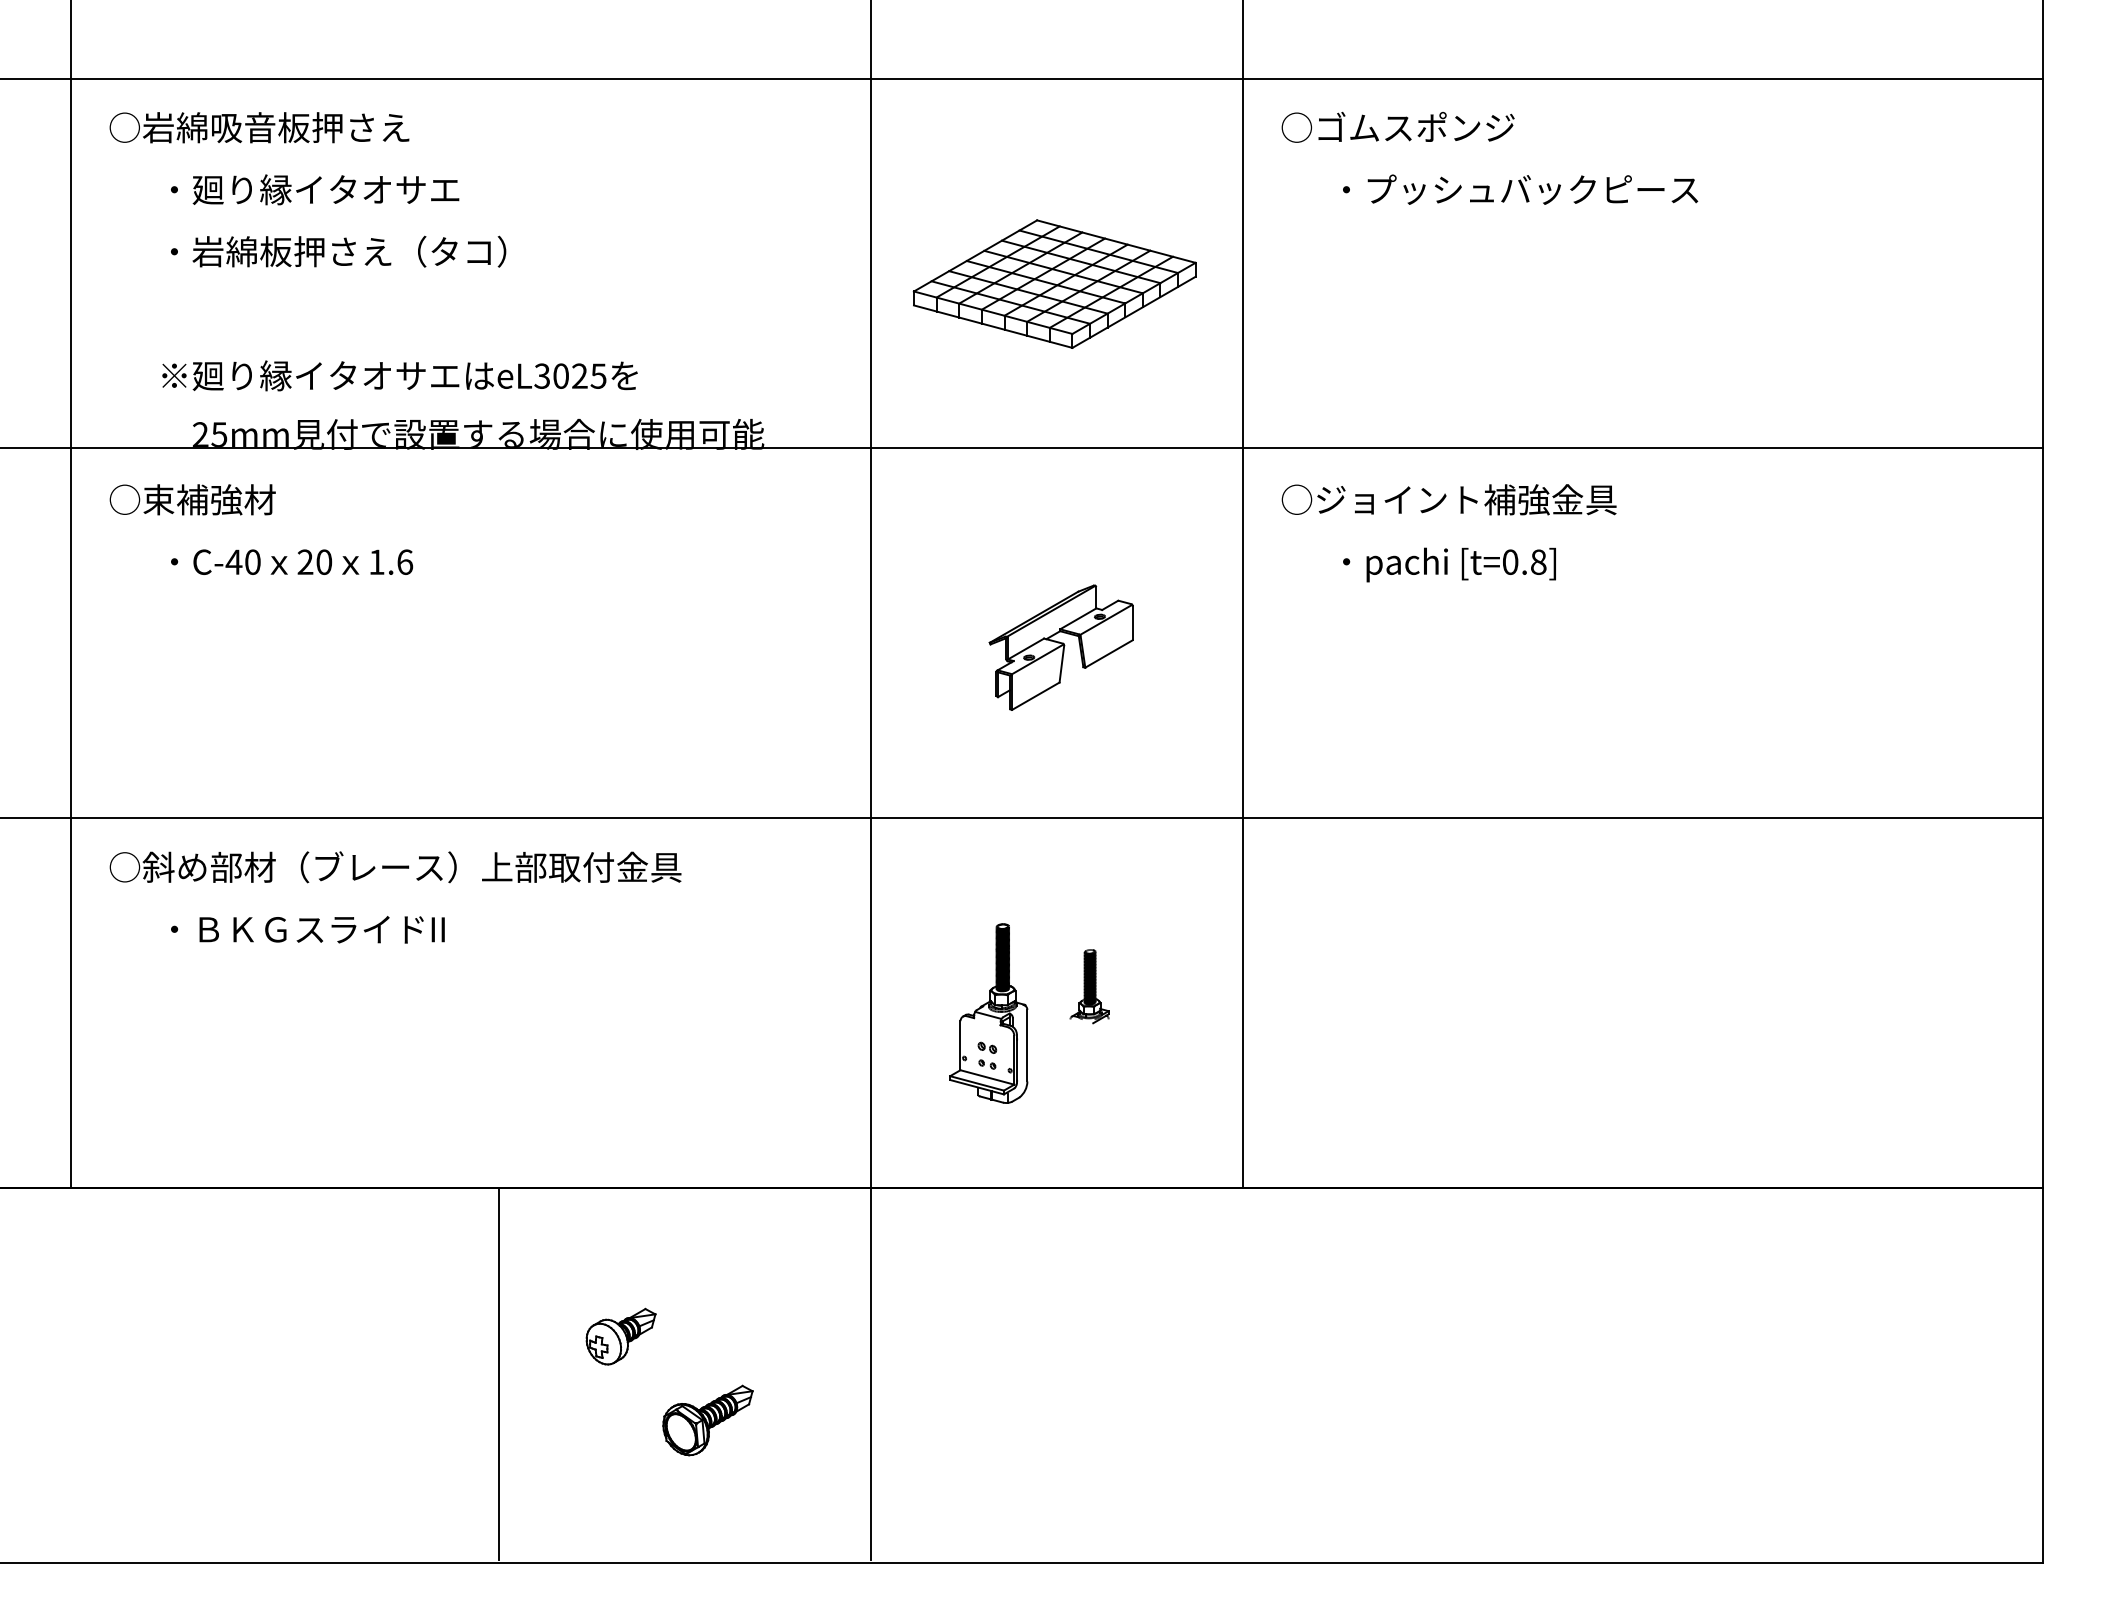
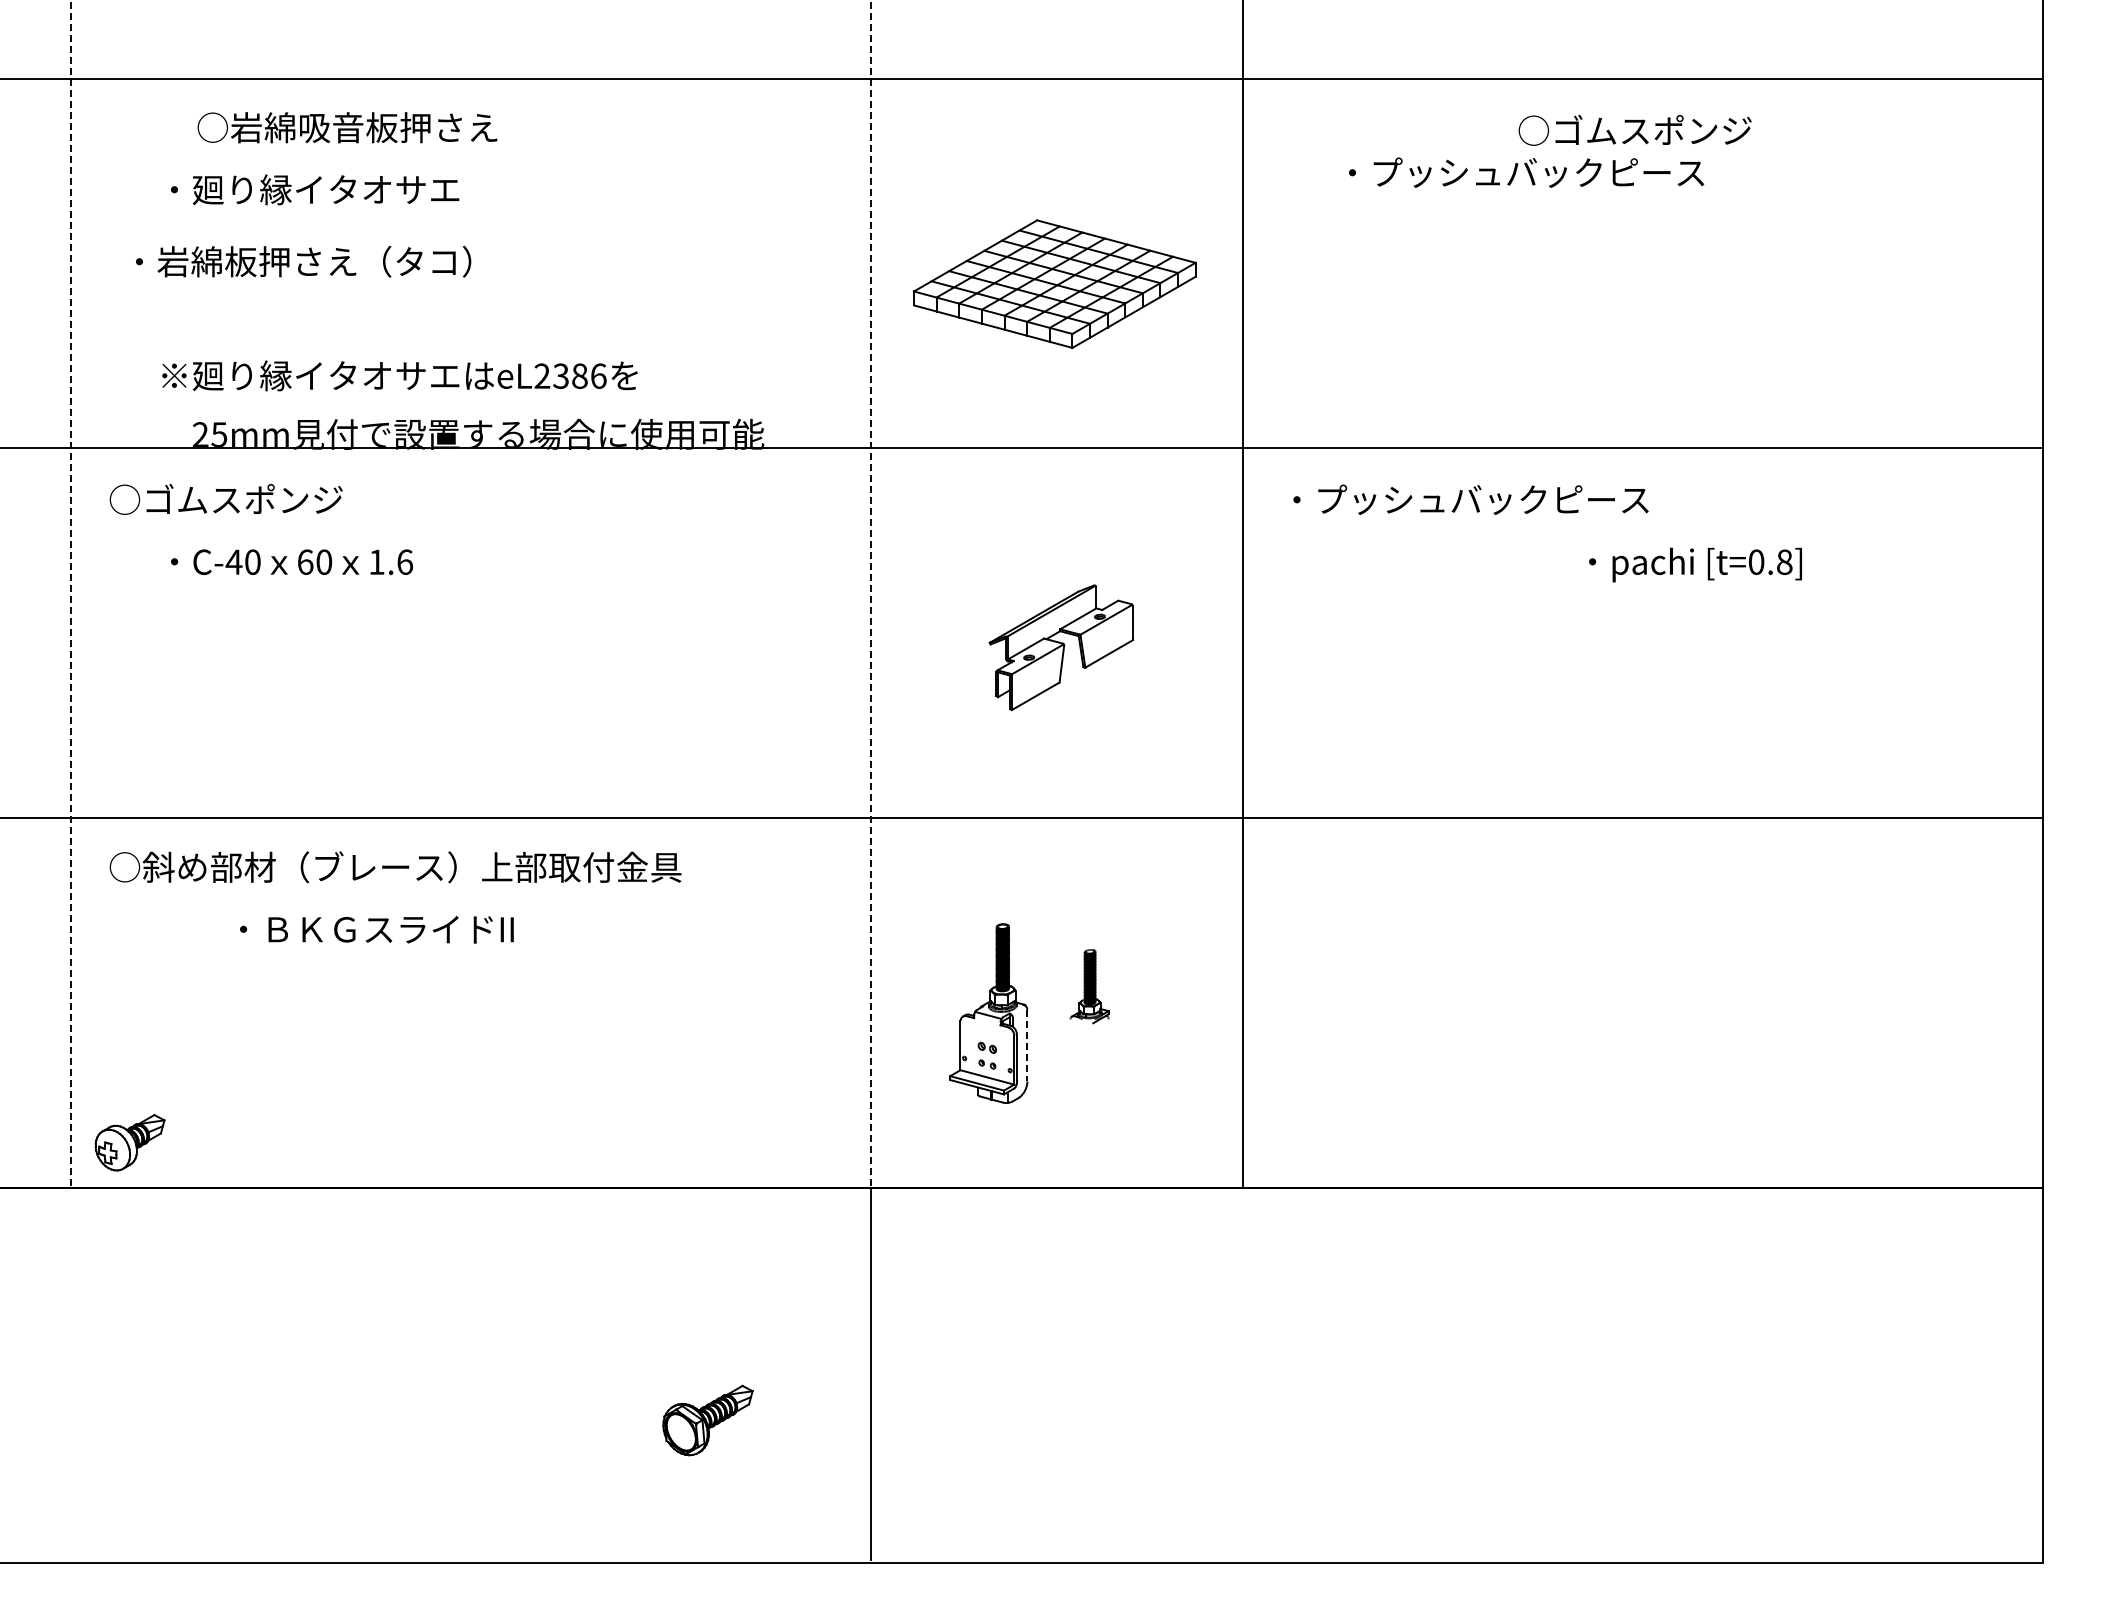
text at (1397, 126) position: (1397, 126) -> (1634, 129)
text at (259, 127) position: (259, 127) -> (347, 127)
text at (1520, 189) position: (1520, 189) -> (1526, 172)
text at (338, 251) position: (338, 251) -> (303, 261)
text at (570, 375): eL3025 -> eL2386
text at (242, 499): ○束補強材 -> ○ゴムスポンジ
text at (1464, 499): ○ジョイント補強金具 -> ・プッシュバックピース
text at (305, 561): 20 -> 60
text at (1449, 564) position: (1449, 564) -> (1695, 564)
line at (70, 594): solid -> dashed
line at (870, 594): solid -> dashed
text at (307, 929) position: (307, 929) -> (376, 929)
line at (1027, 1045): solid -> dashed
part at (620, 1336) position: (620, 1336) -> (129, 1142)
line at (498, 1373): present -> none
